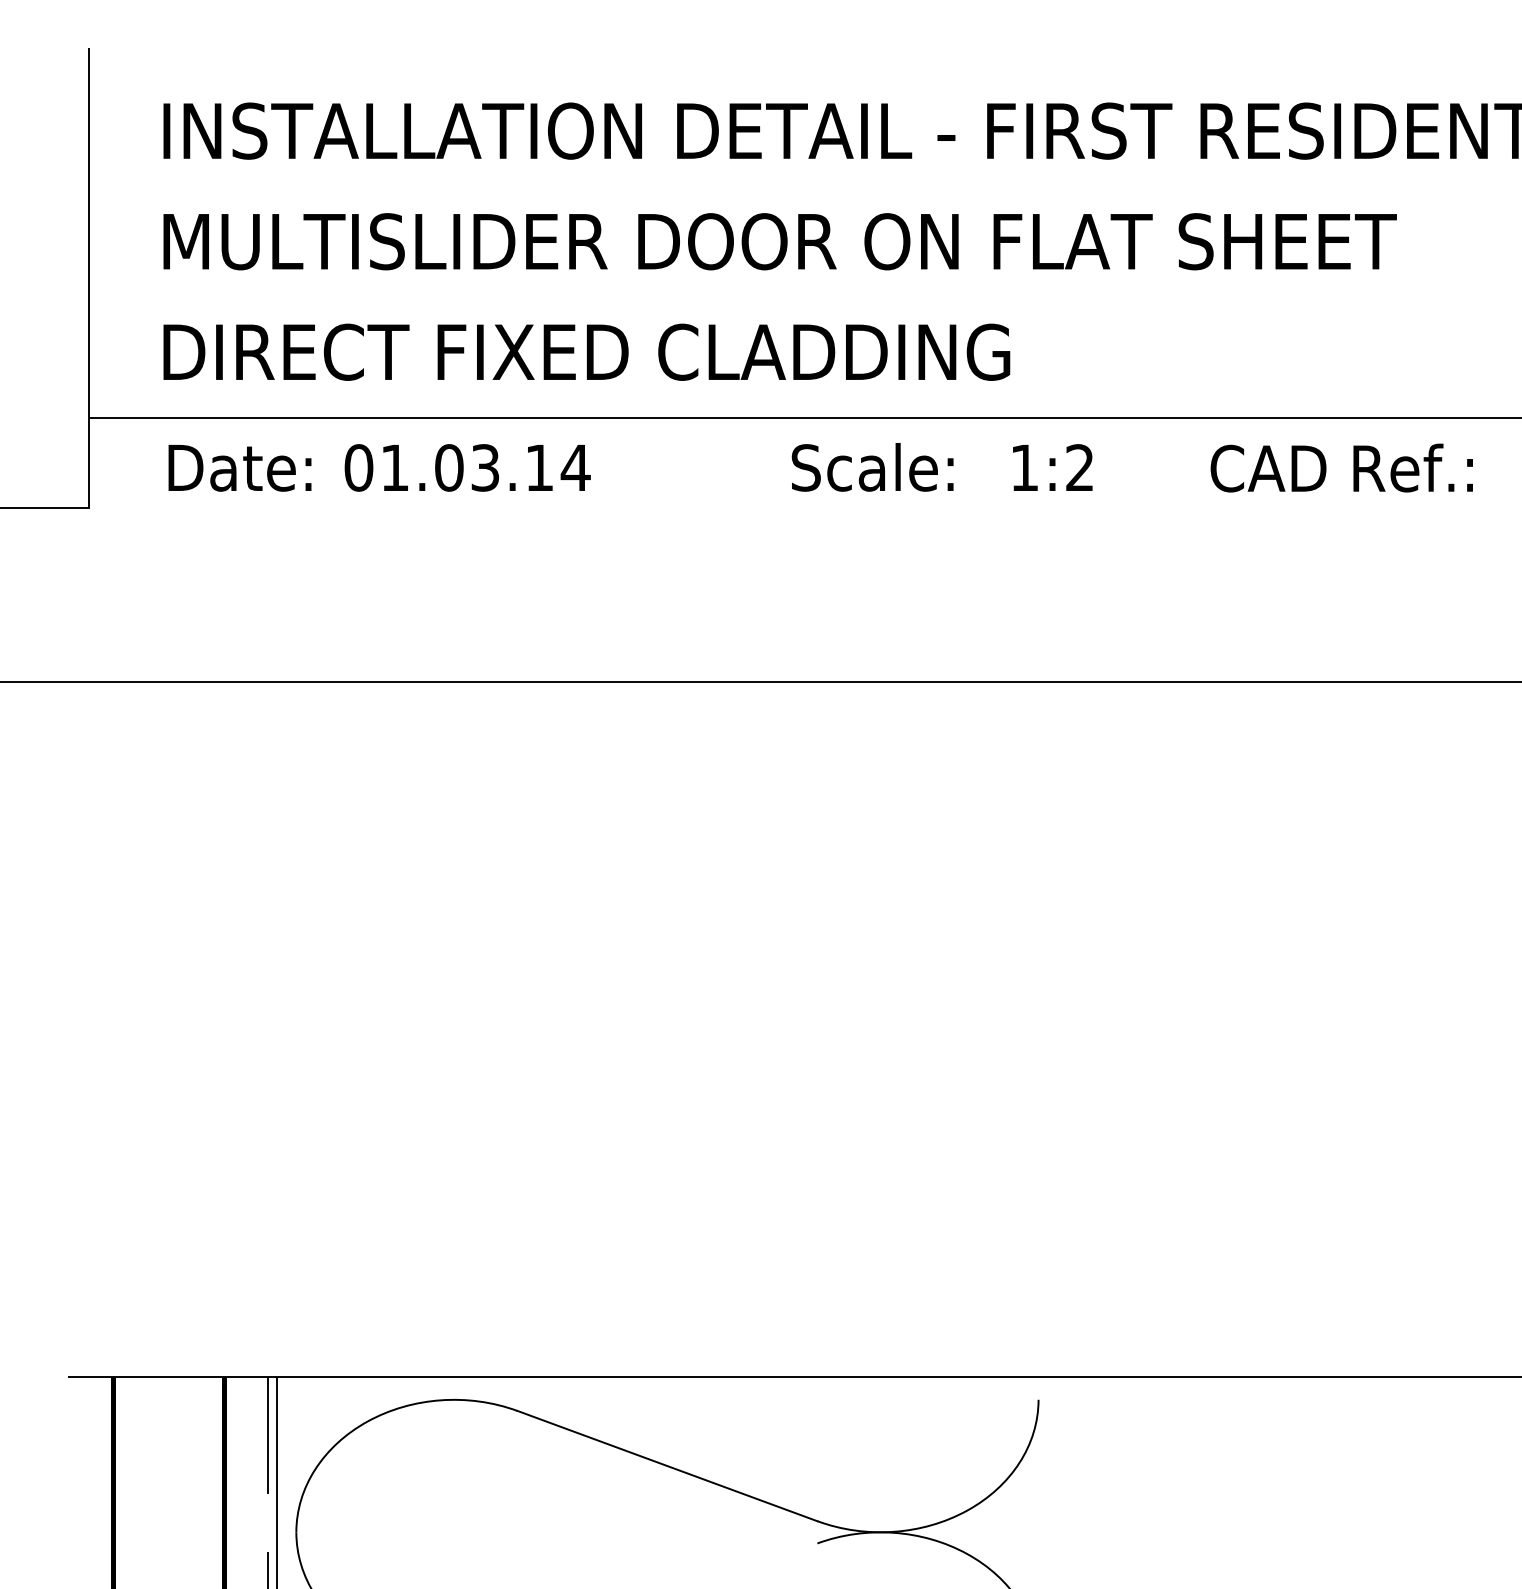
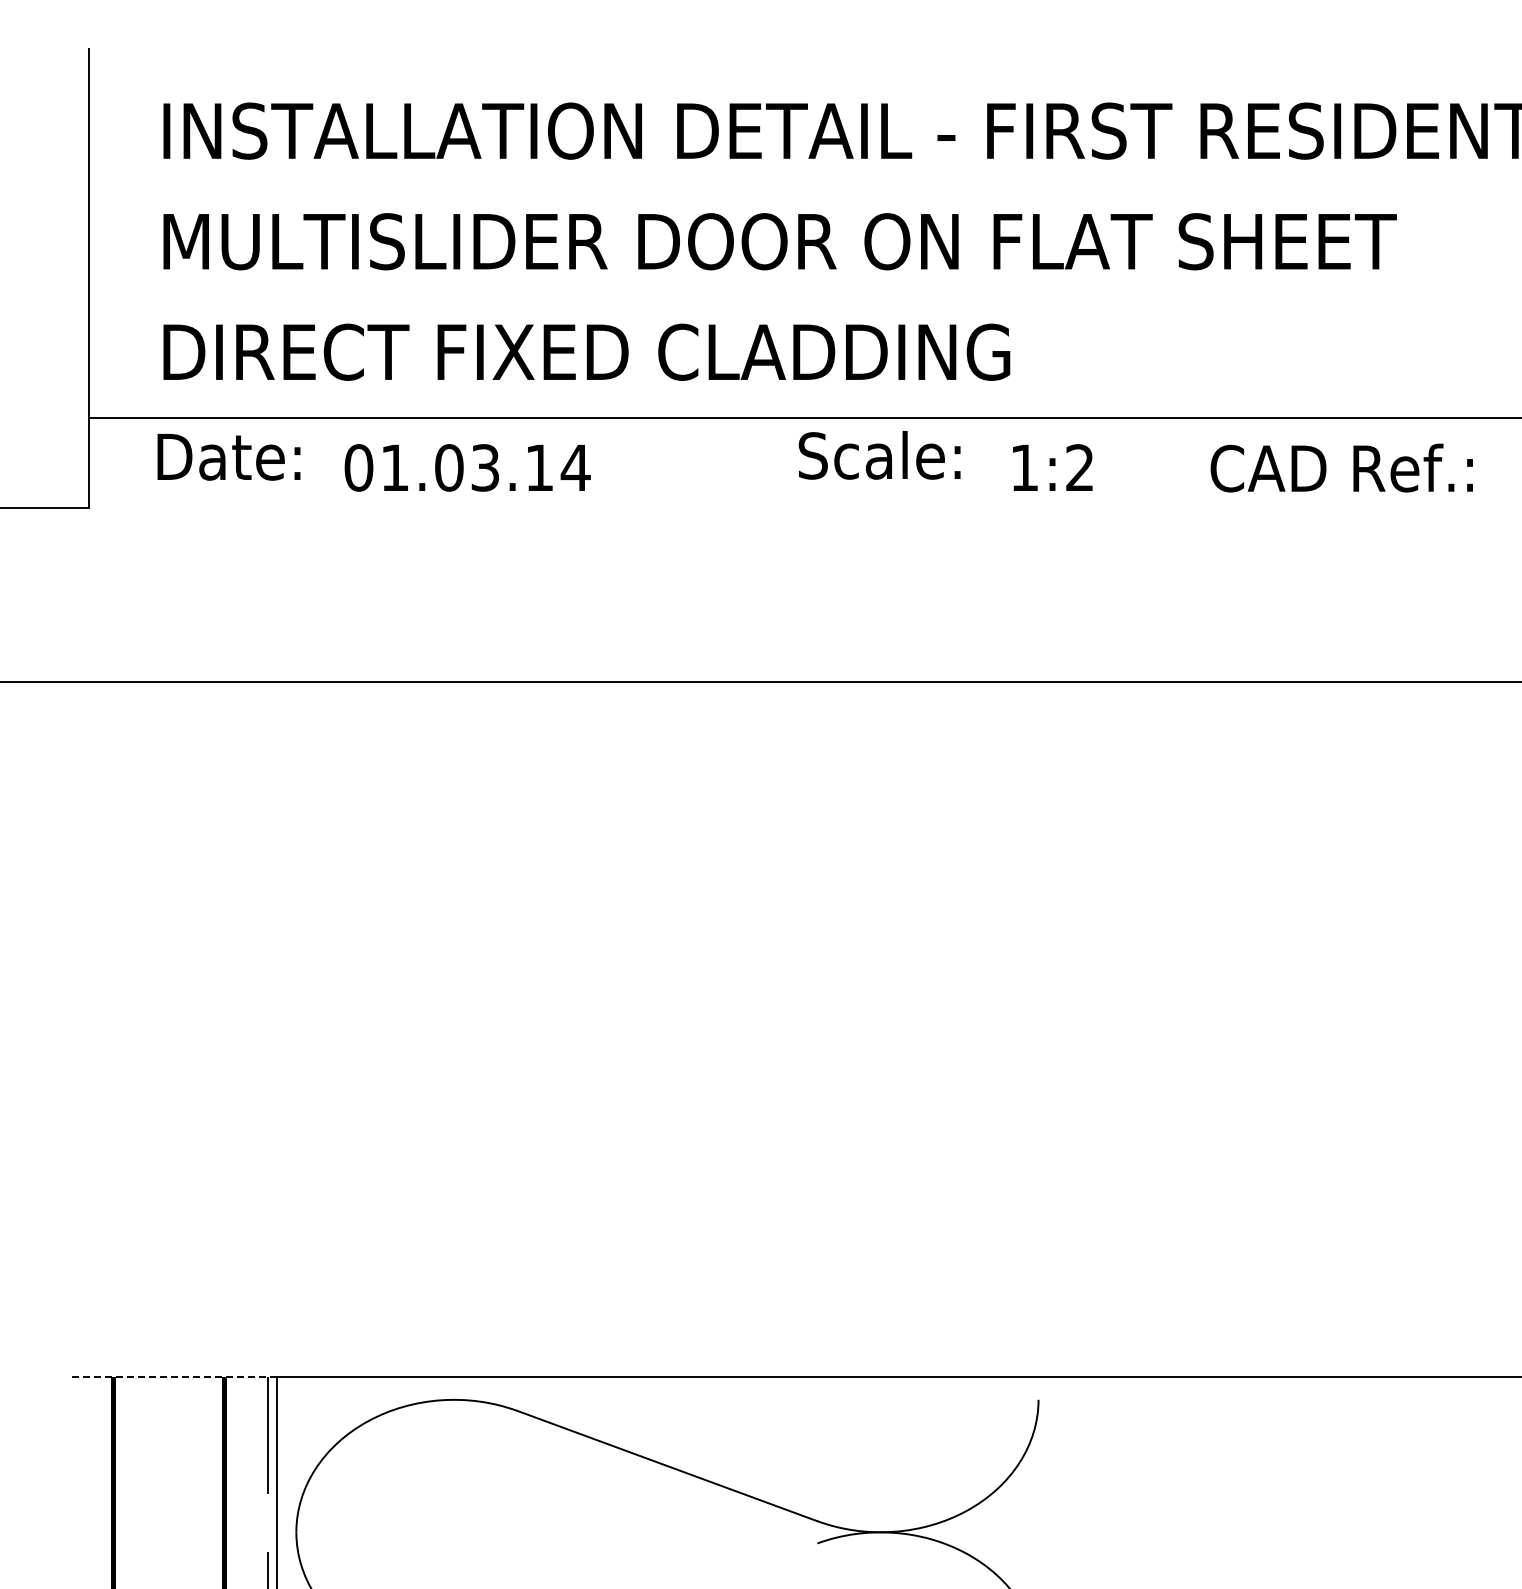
text at (872, 467) position: (872, 467) -> (879, 455)
text at (239, 468) position: (239, 468) -> (228, 457)
line at (172, 1376): solid -> dashed
